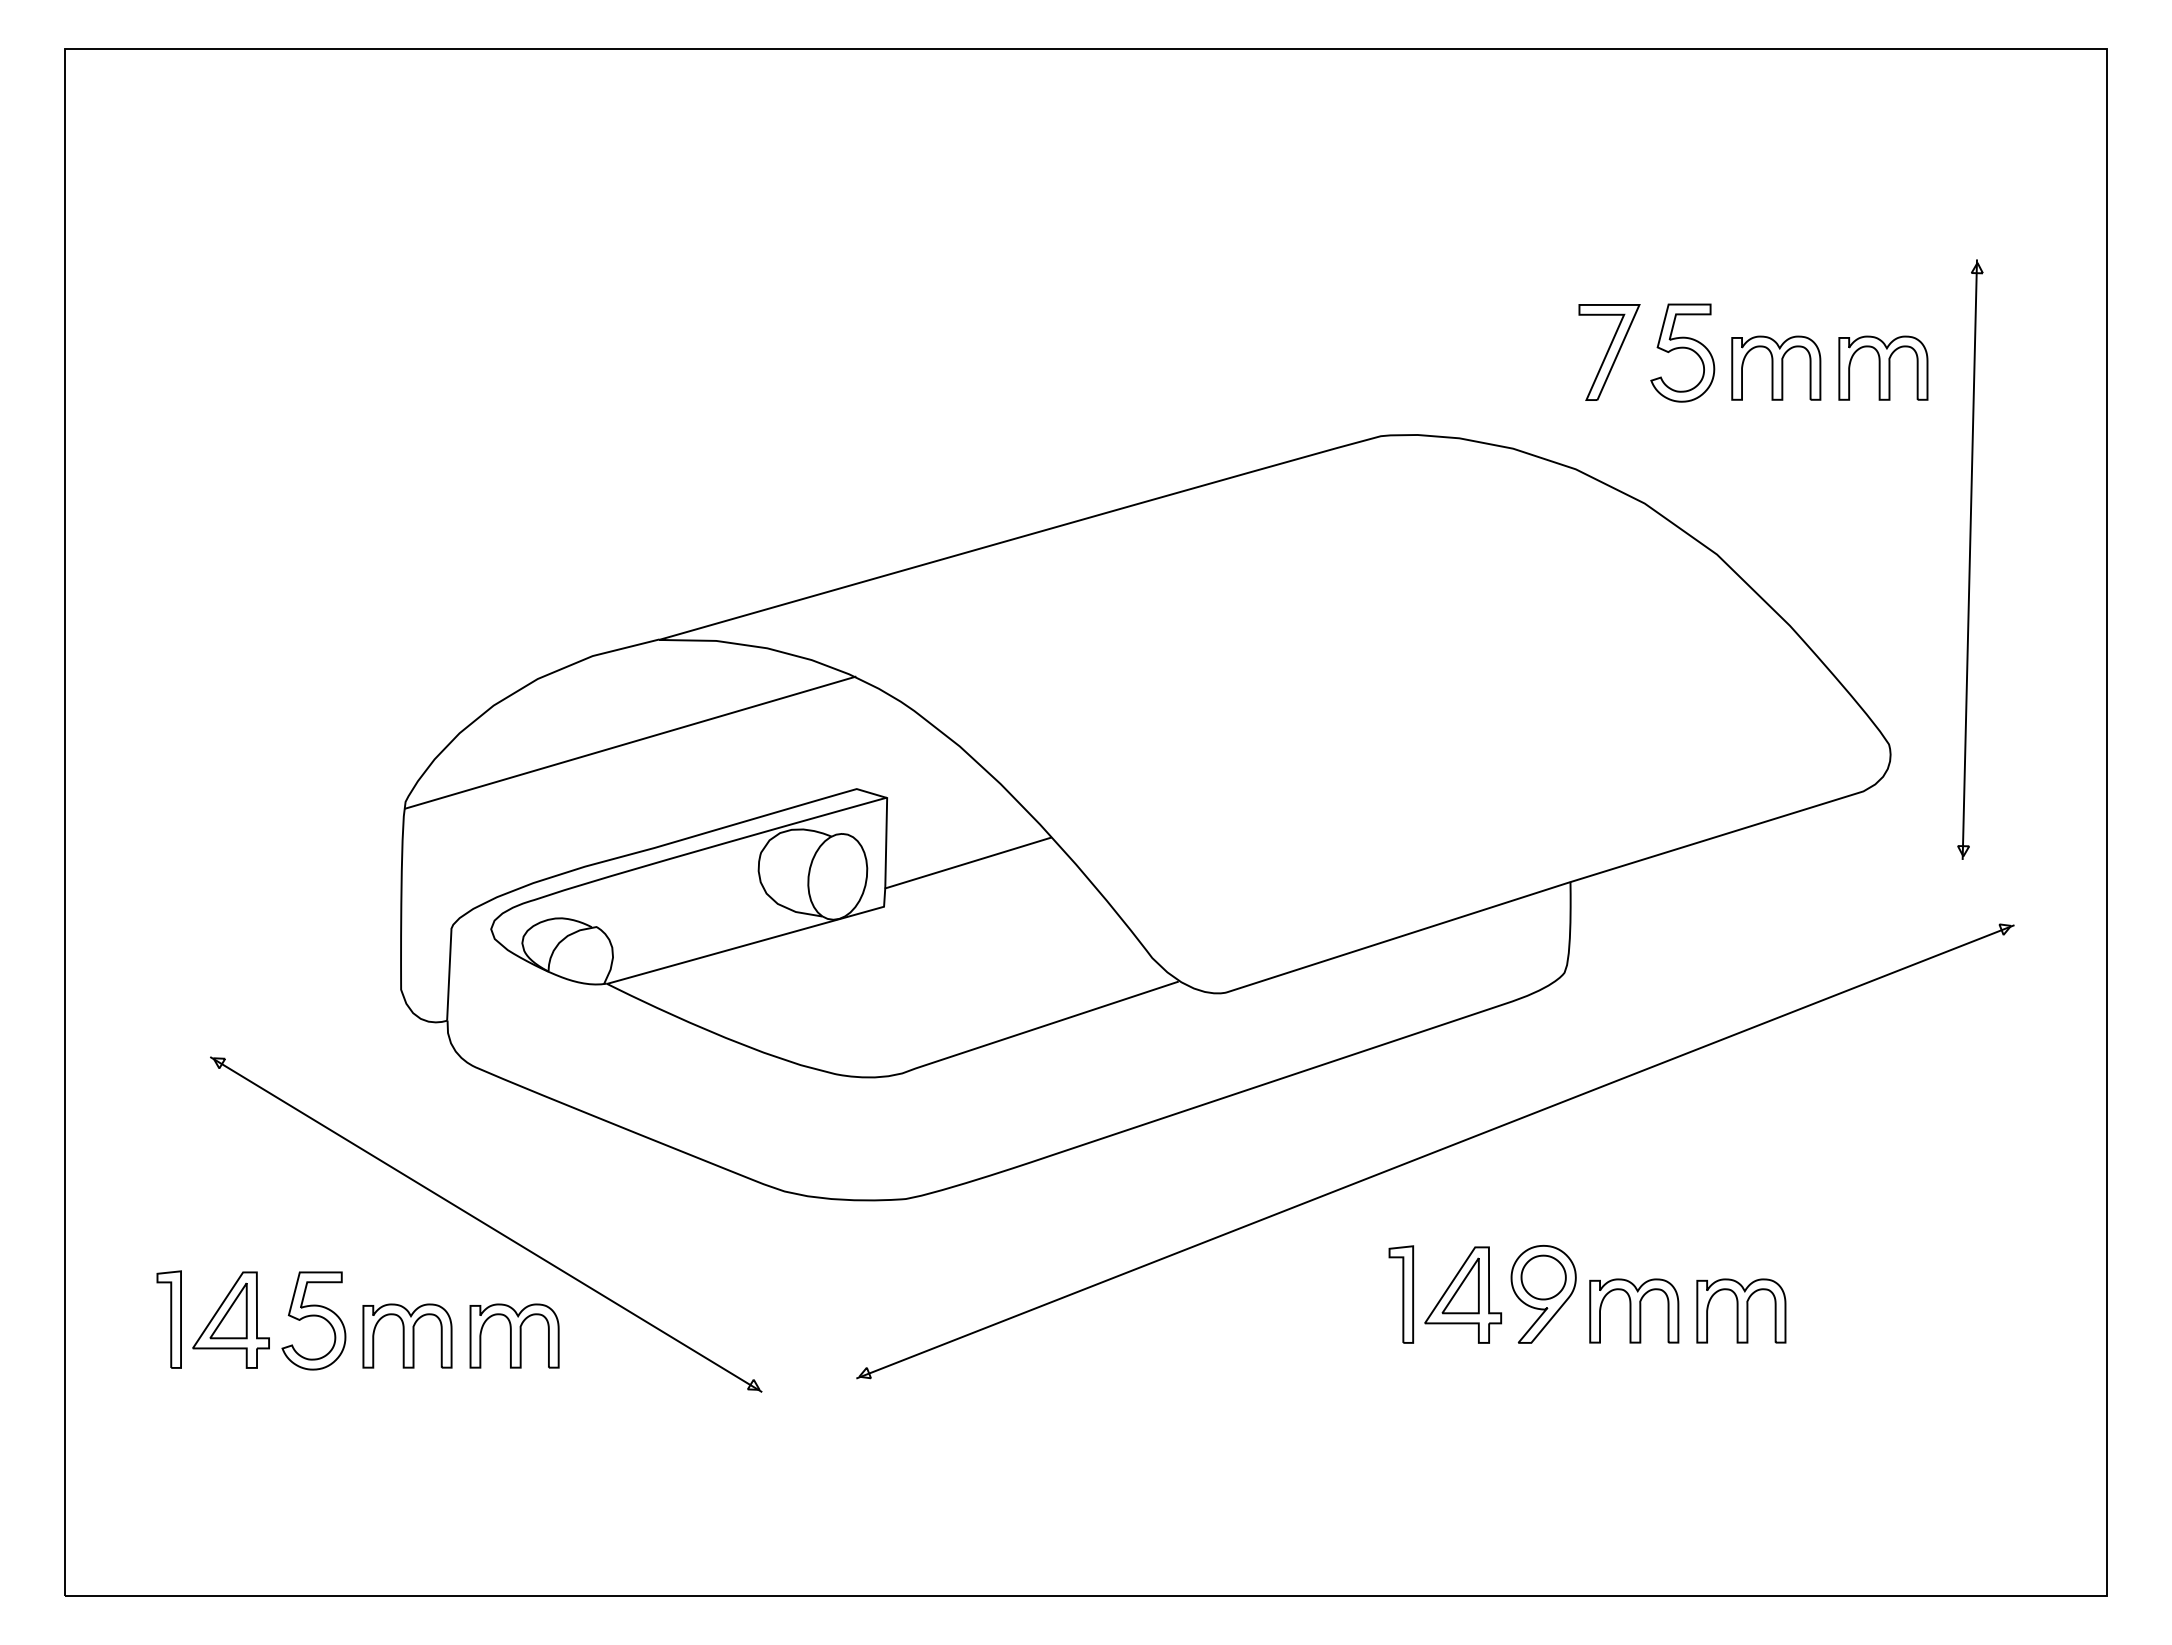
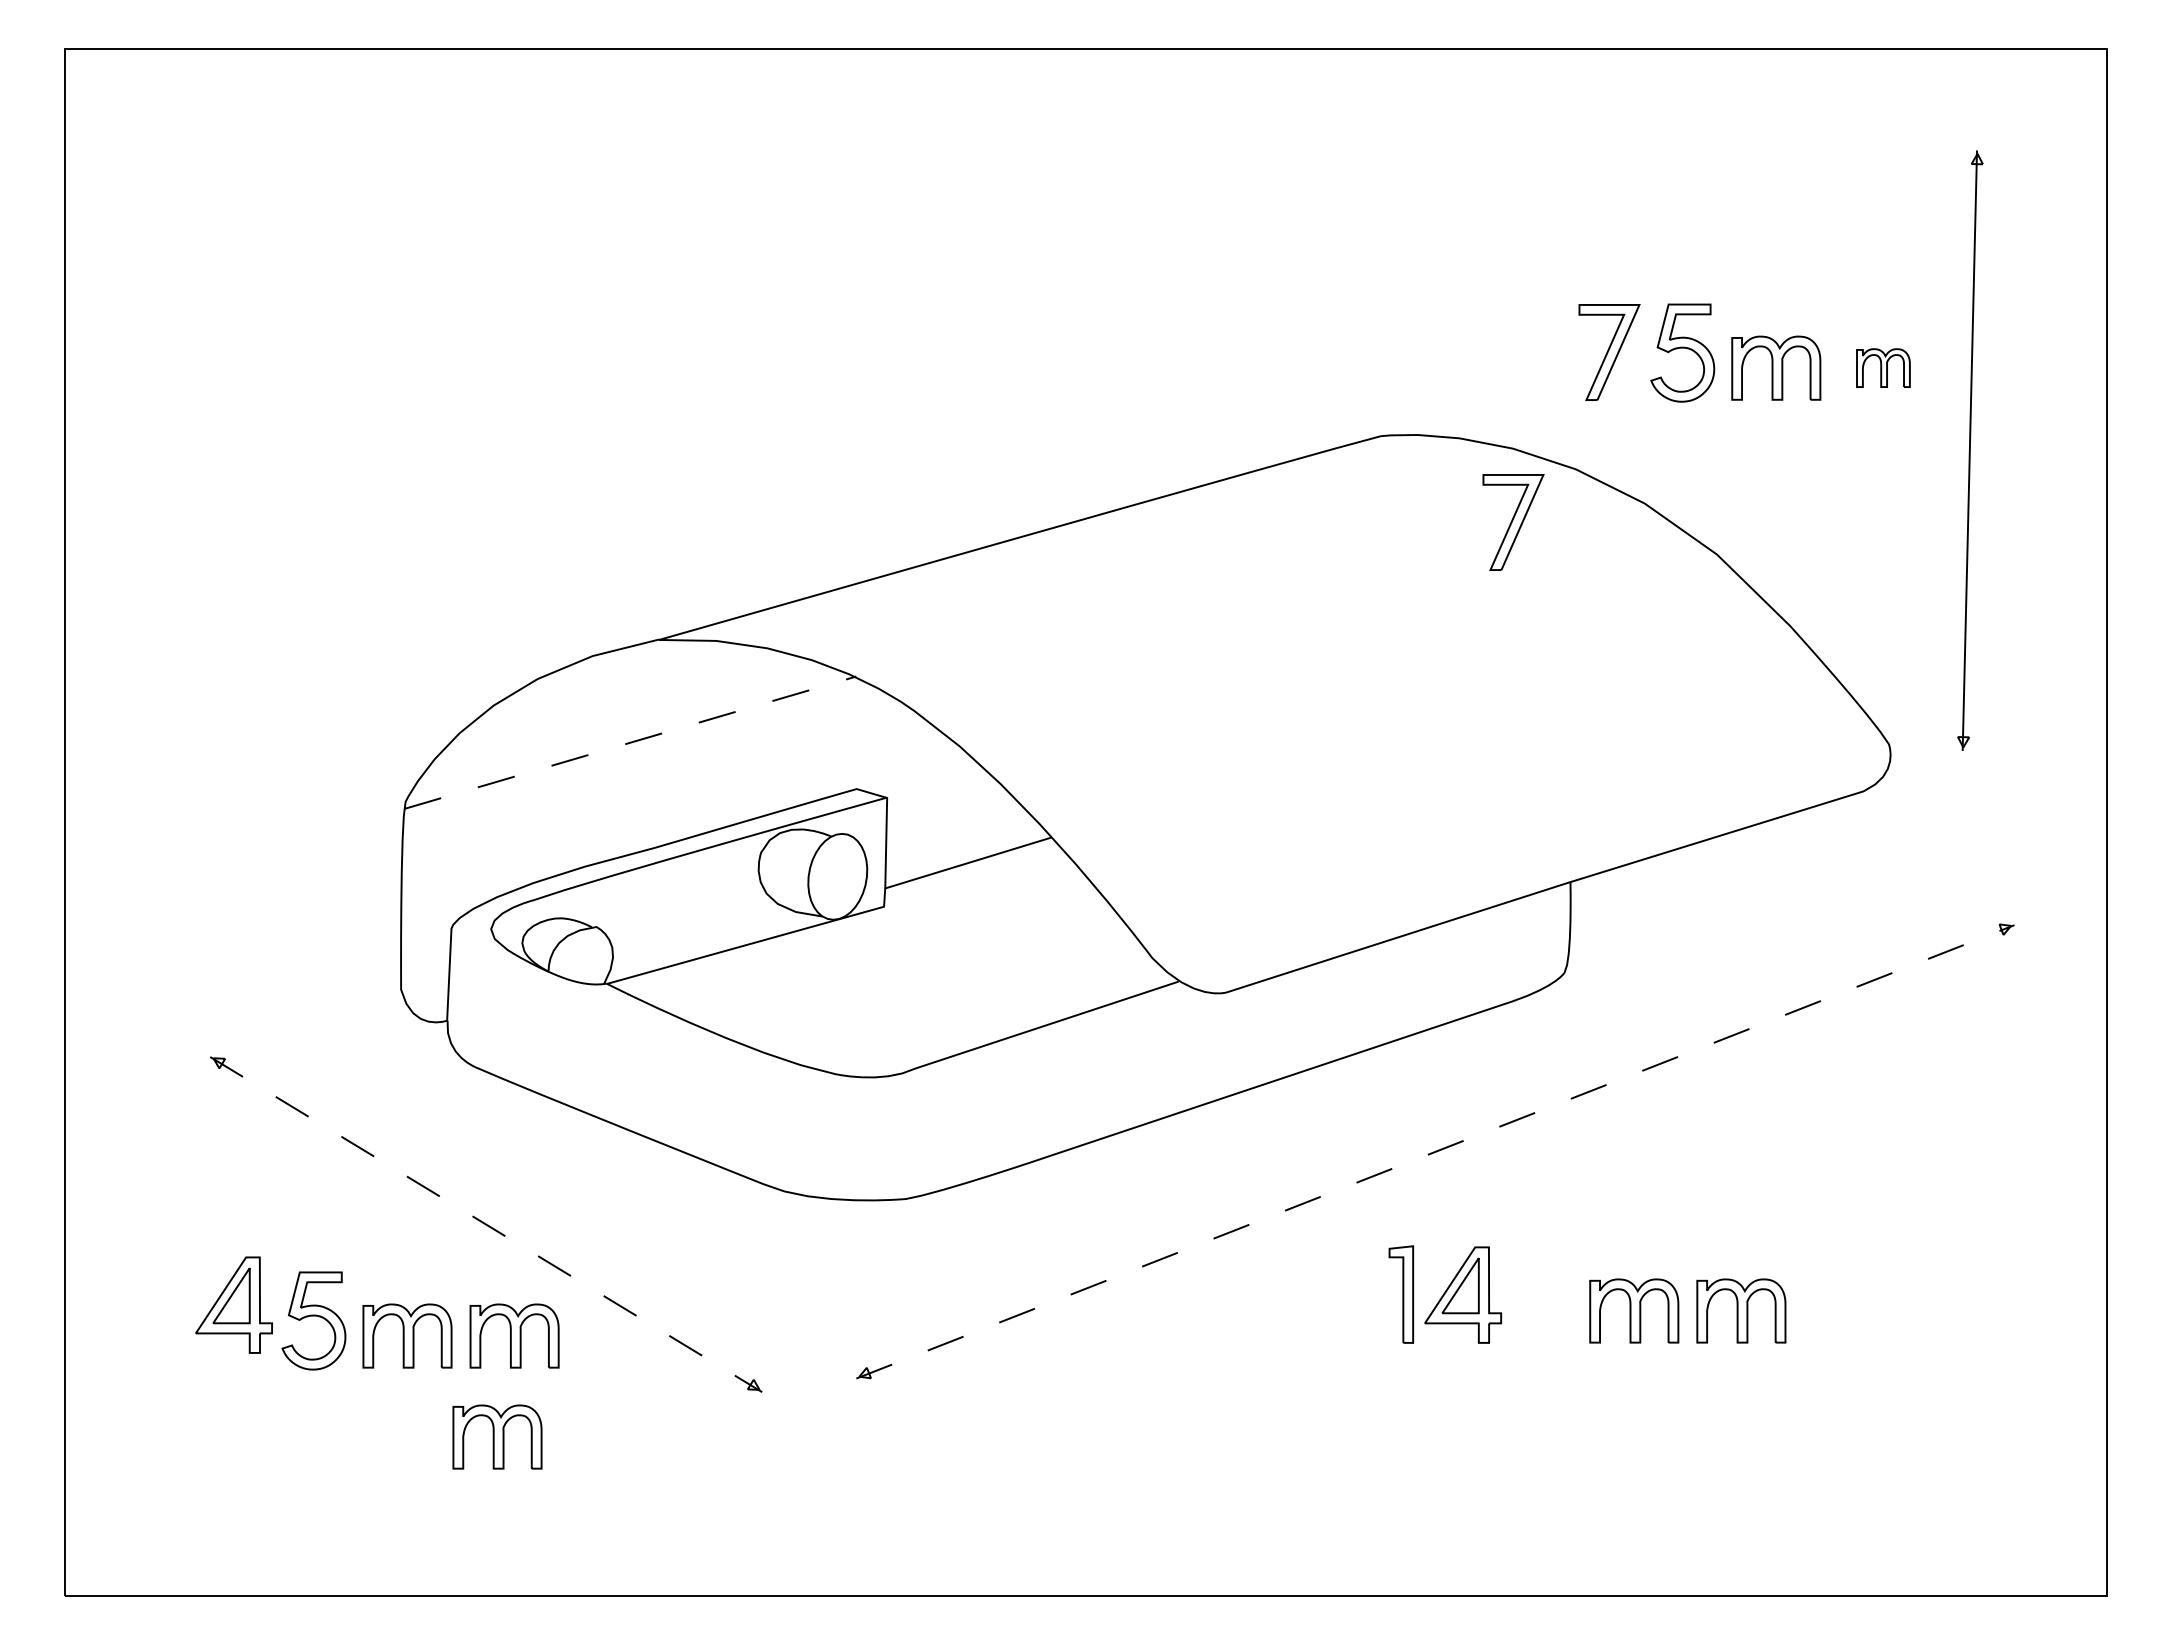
part at (1883, 367) size: 91x66 px -> 55x40 px
part at (1513, 522): none -> present
part at (1970, 559) position: (1970, 559) -> (1970, 450)
line at (630, 742): solid -> dashed
line at (1435, 1151): solid -> dashed
line at (486, 1224): solid -> dashed
part at (1543, 1294): present -> none
part at (168, 1319): present -> none
part at (230, 1319) position: (230, 1319) -> (233, 1304)
part at (497, 1436): none -> present
